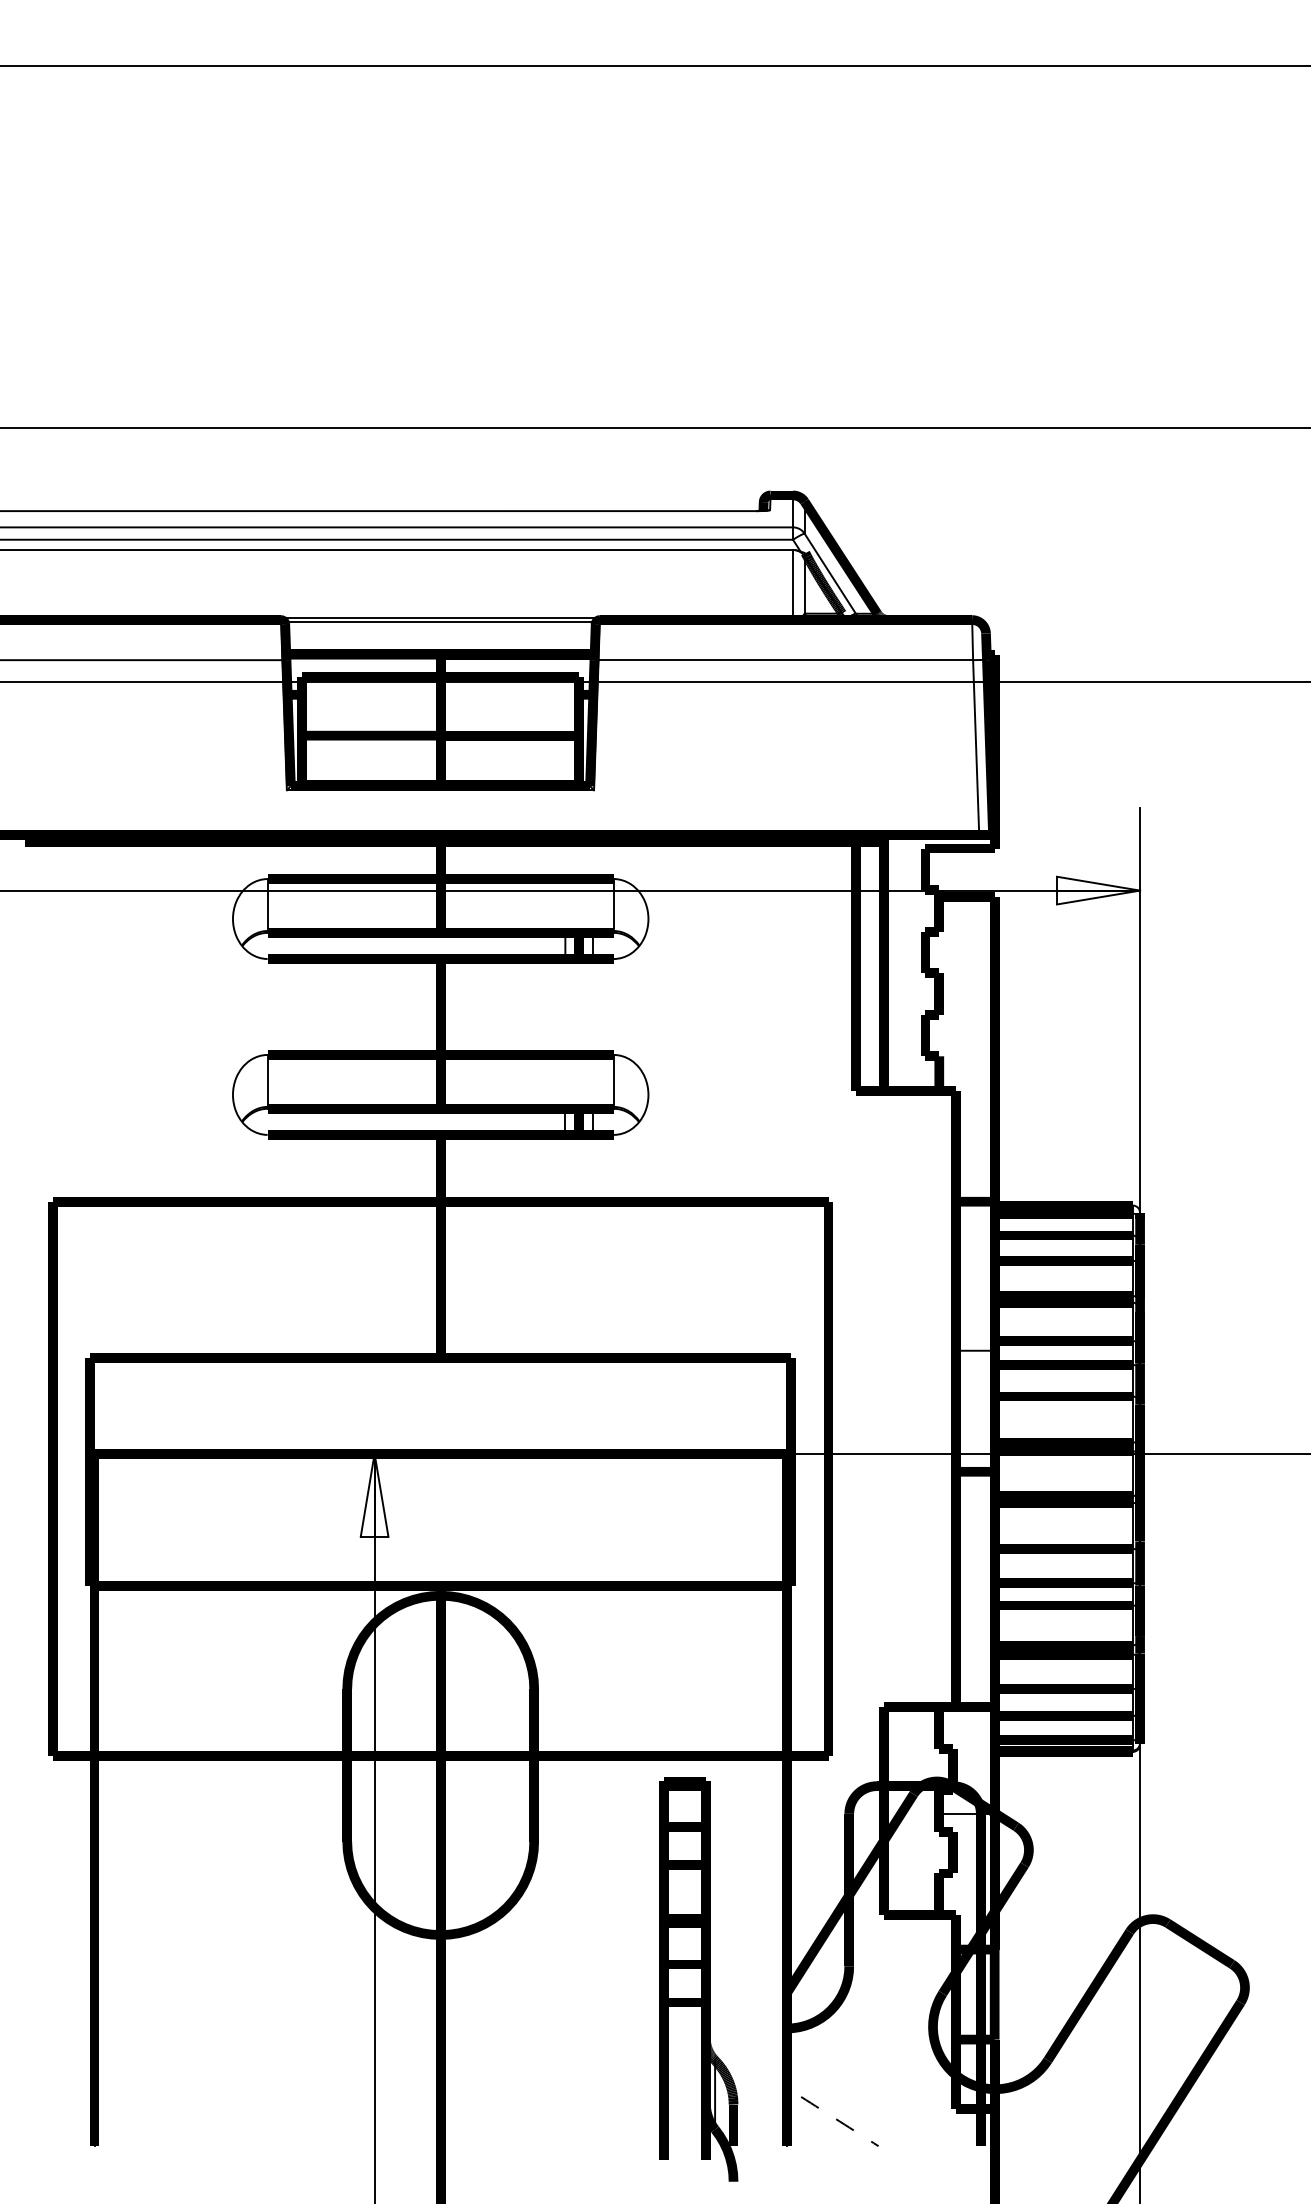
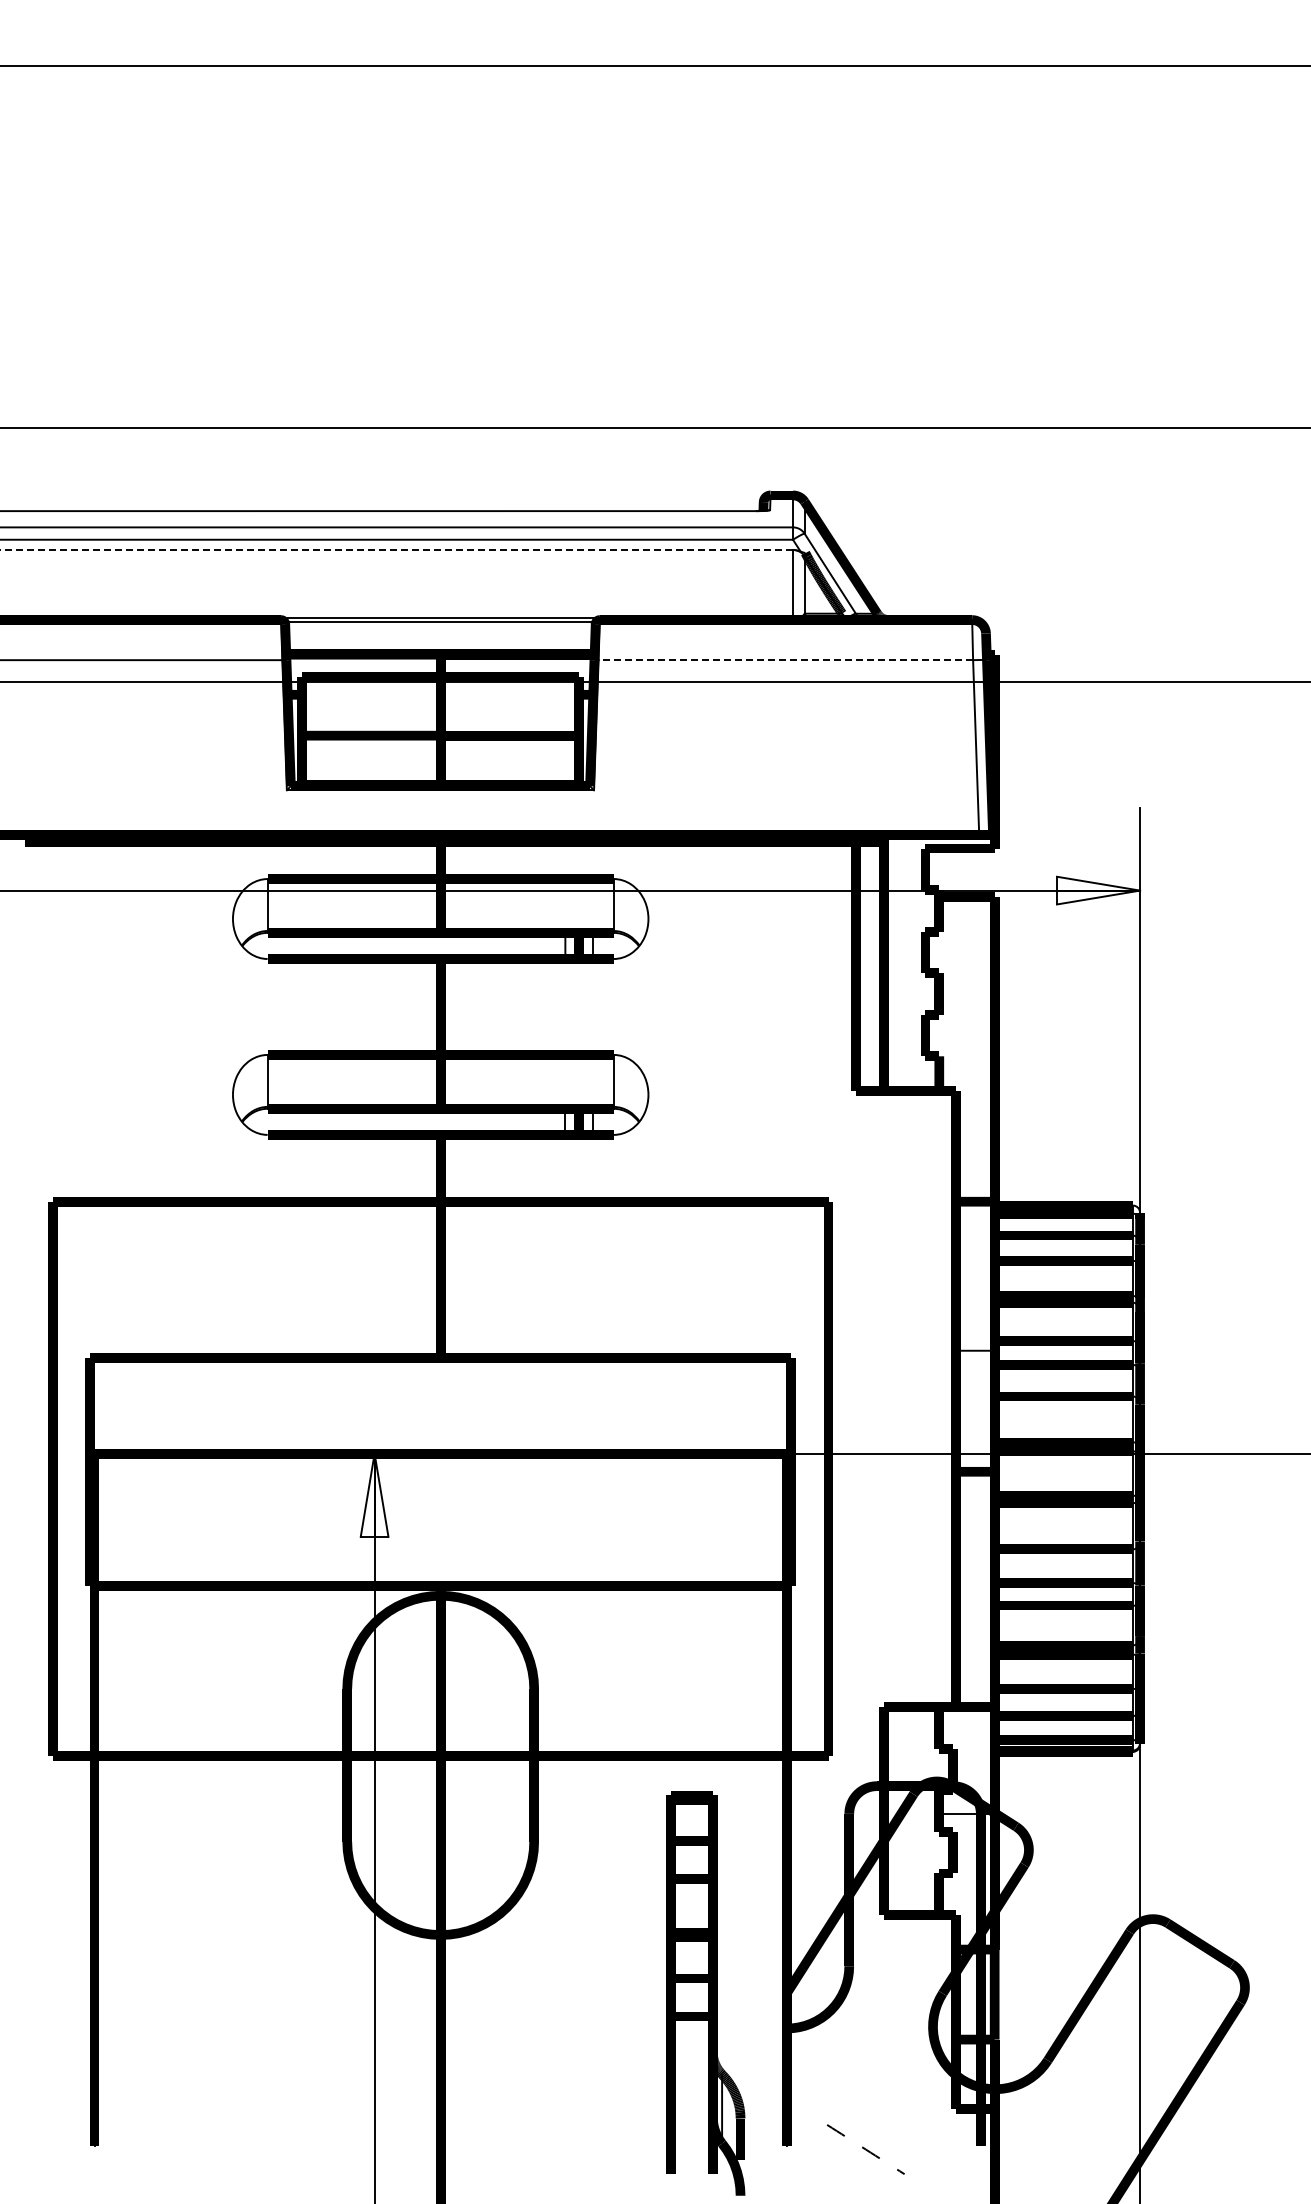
line at (396, 550): solid -> dashed
line at (785, 660): solid -> dashed
part at (698, 1979) position: (698, 1979) -> (705, 1993)
curve at (839, 2121) position: (839, 2121) -> (865, 2149)
